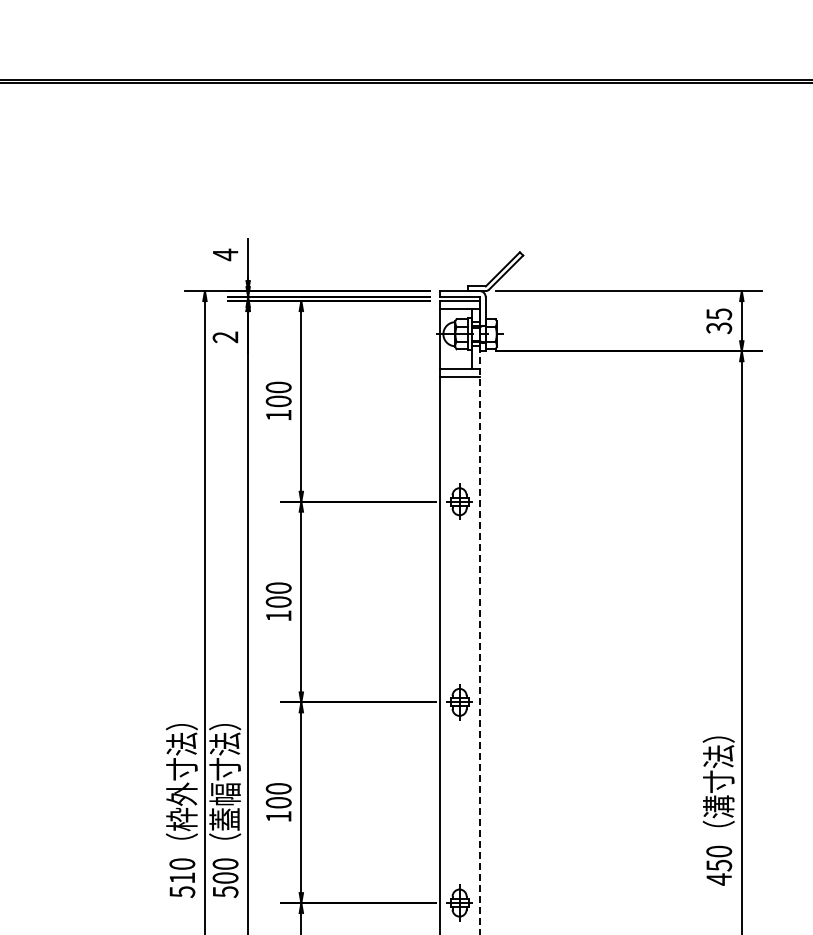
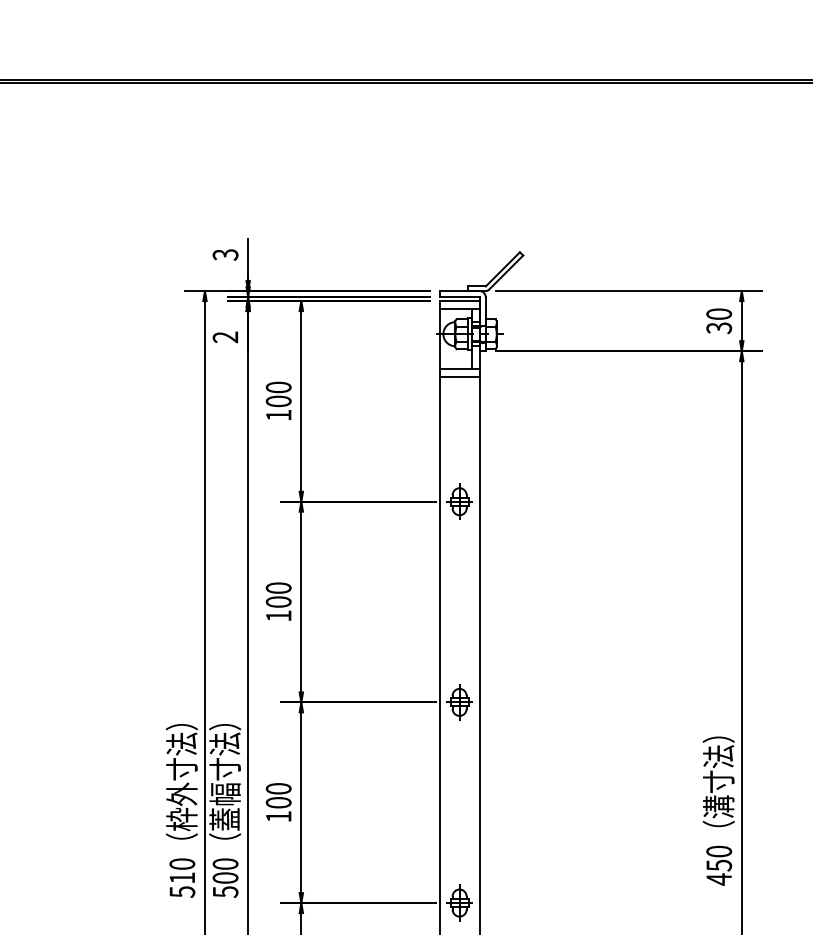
text at (225, 254): 4 -> 3
text at (719, 314): 35 -> 30
line at (479, 640): dashed -> solid
